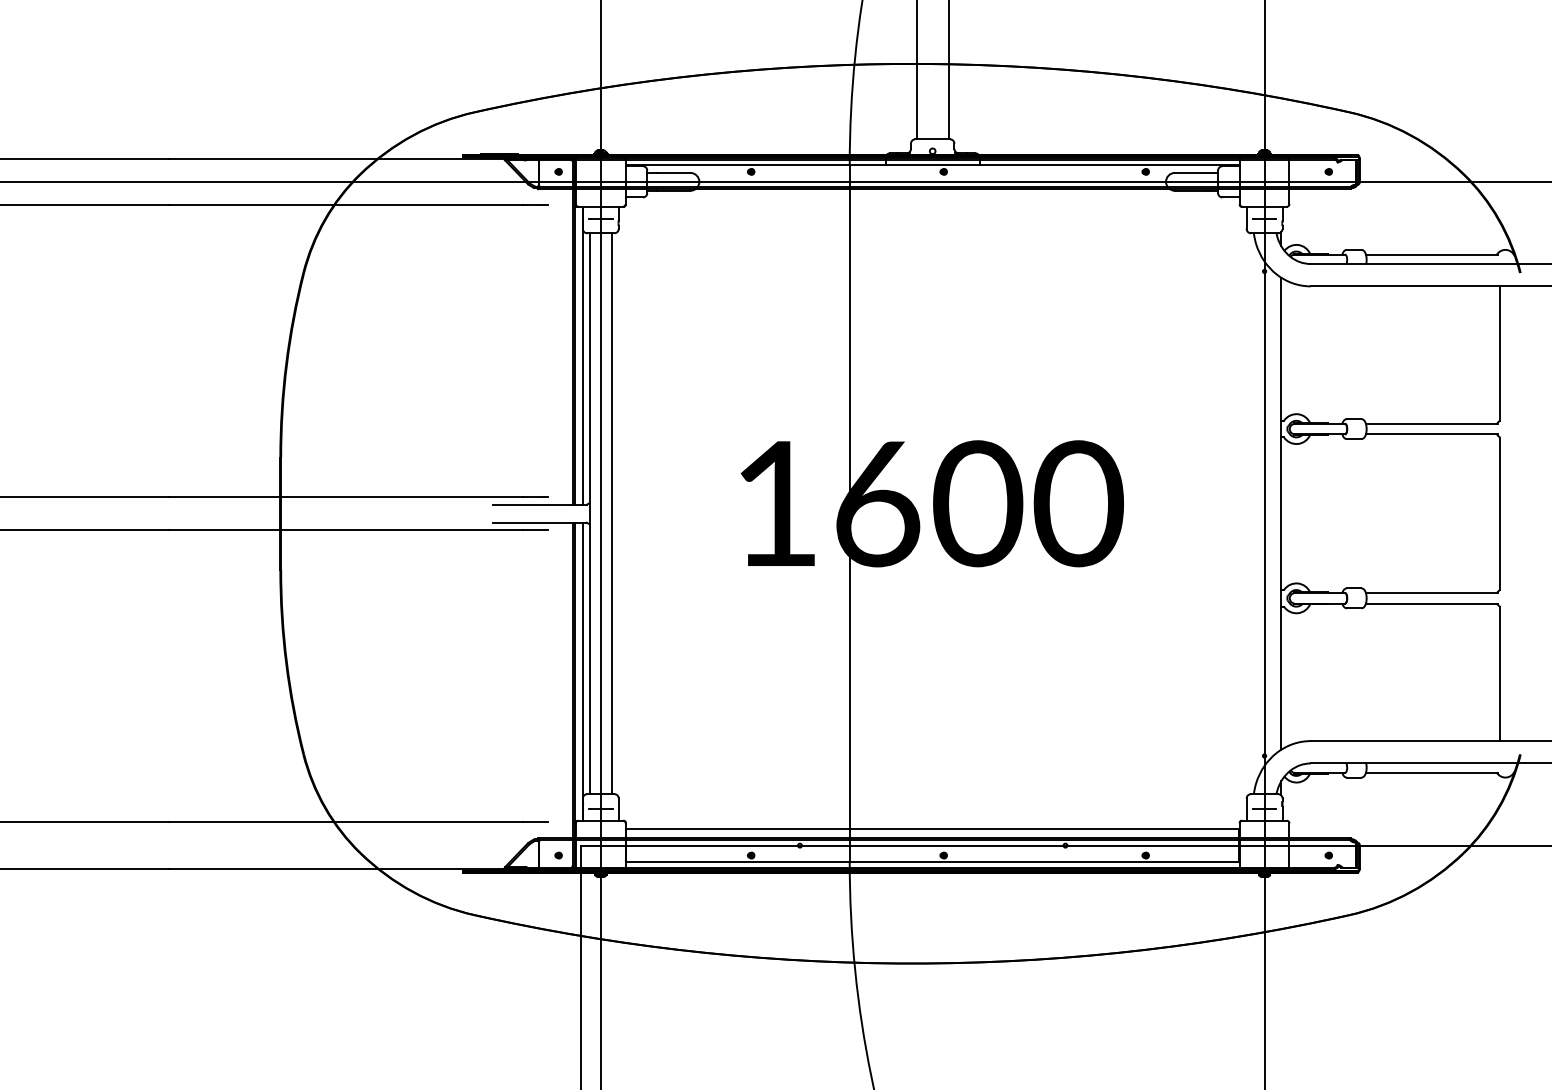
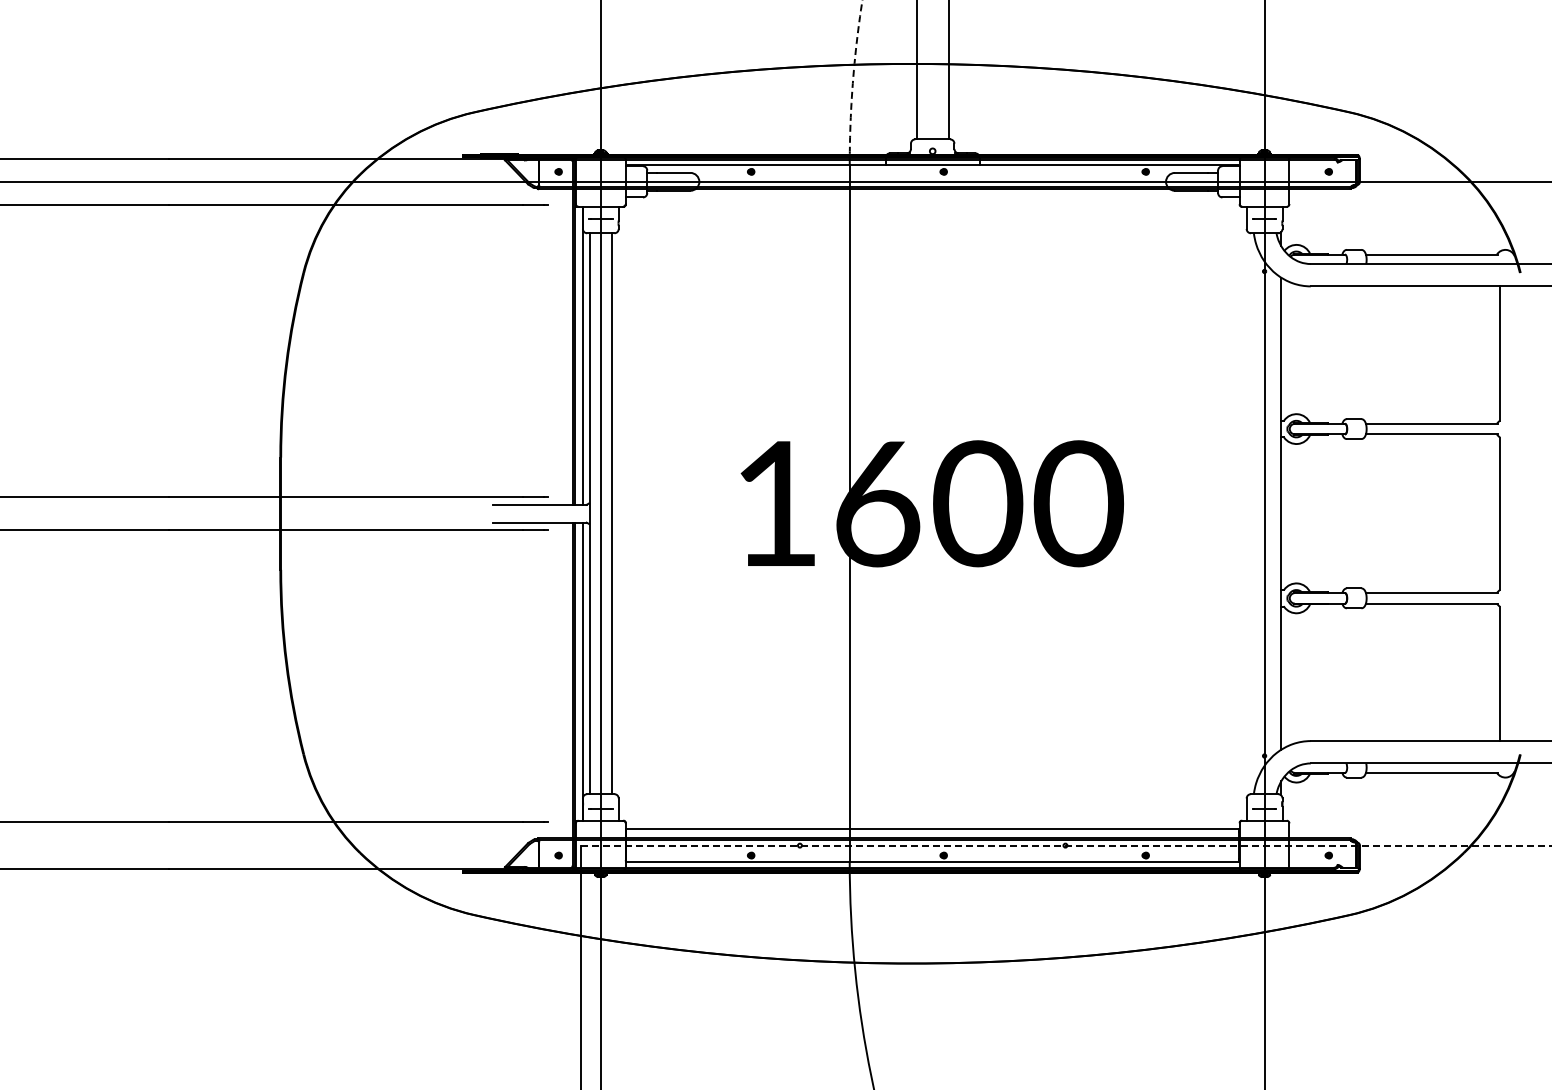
arc at (852, 83): solid -> dashed
line at (1066, 845): solid -> dashed
